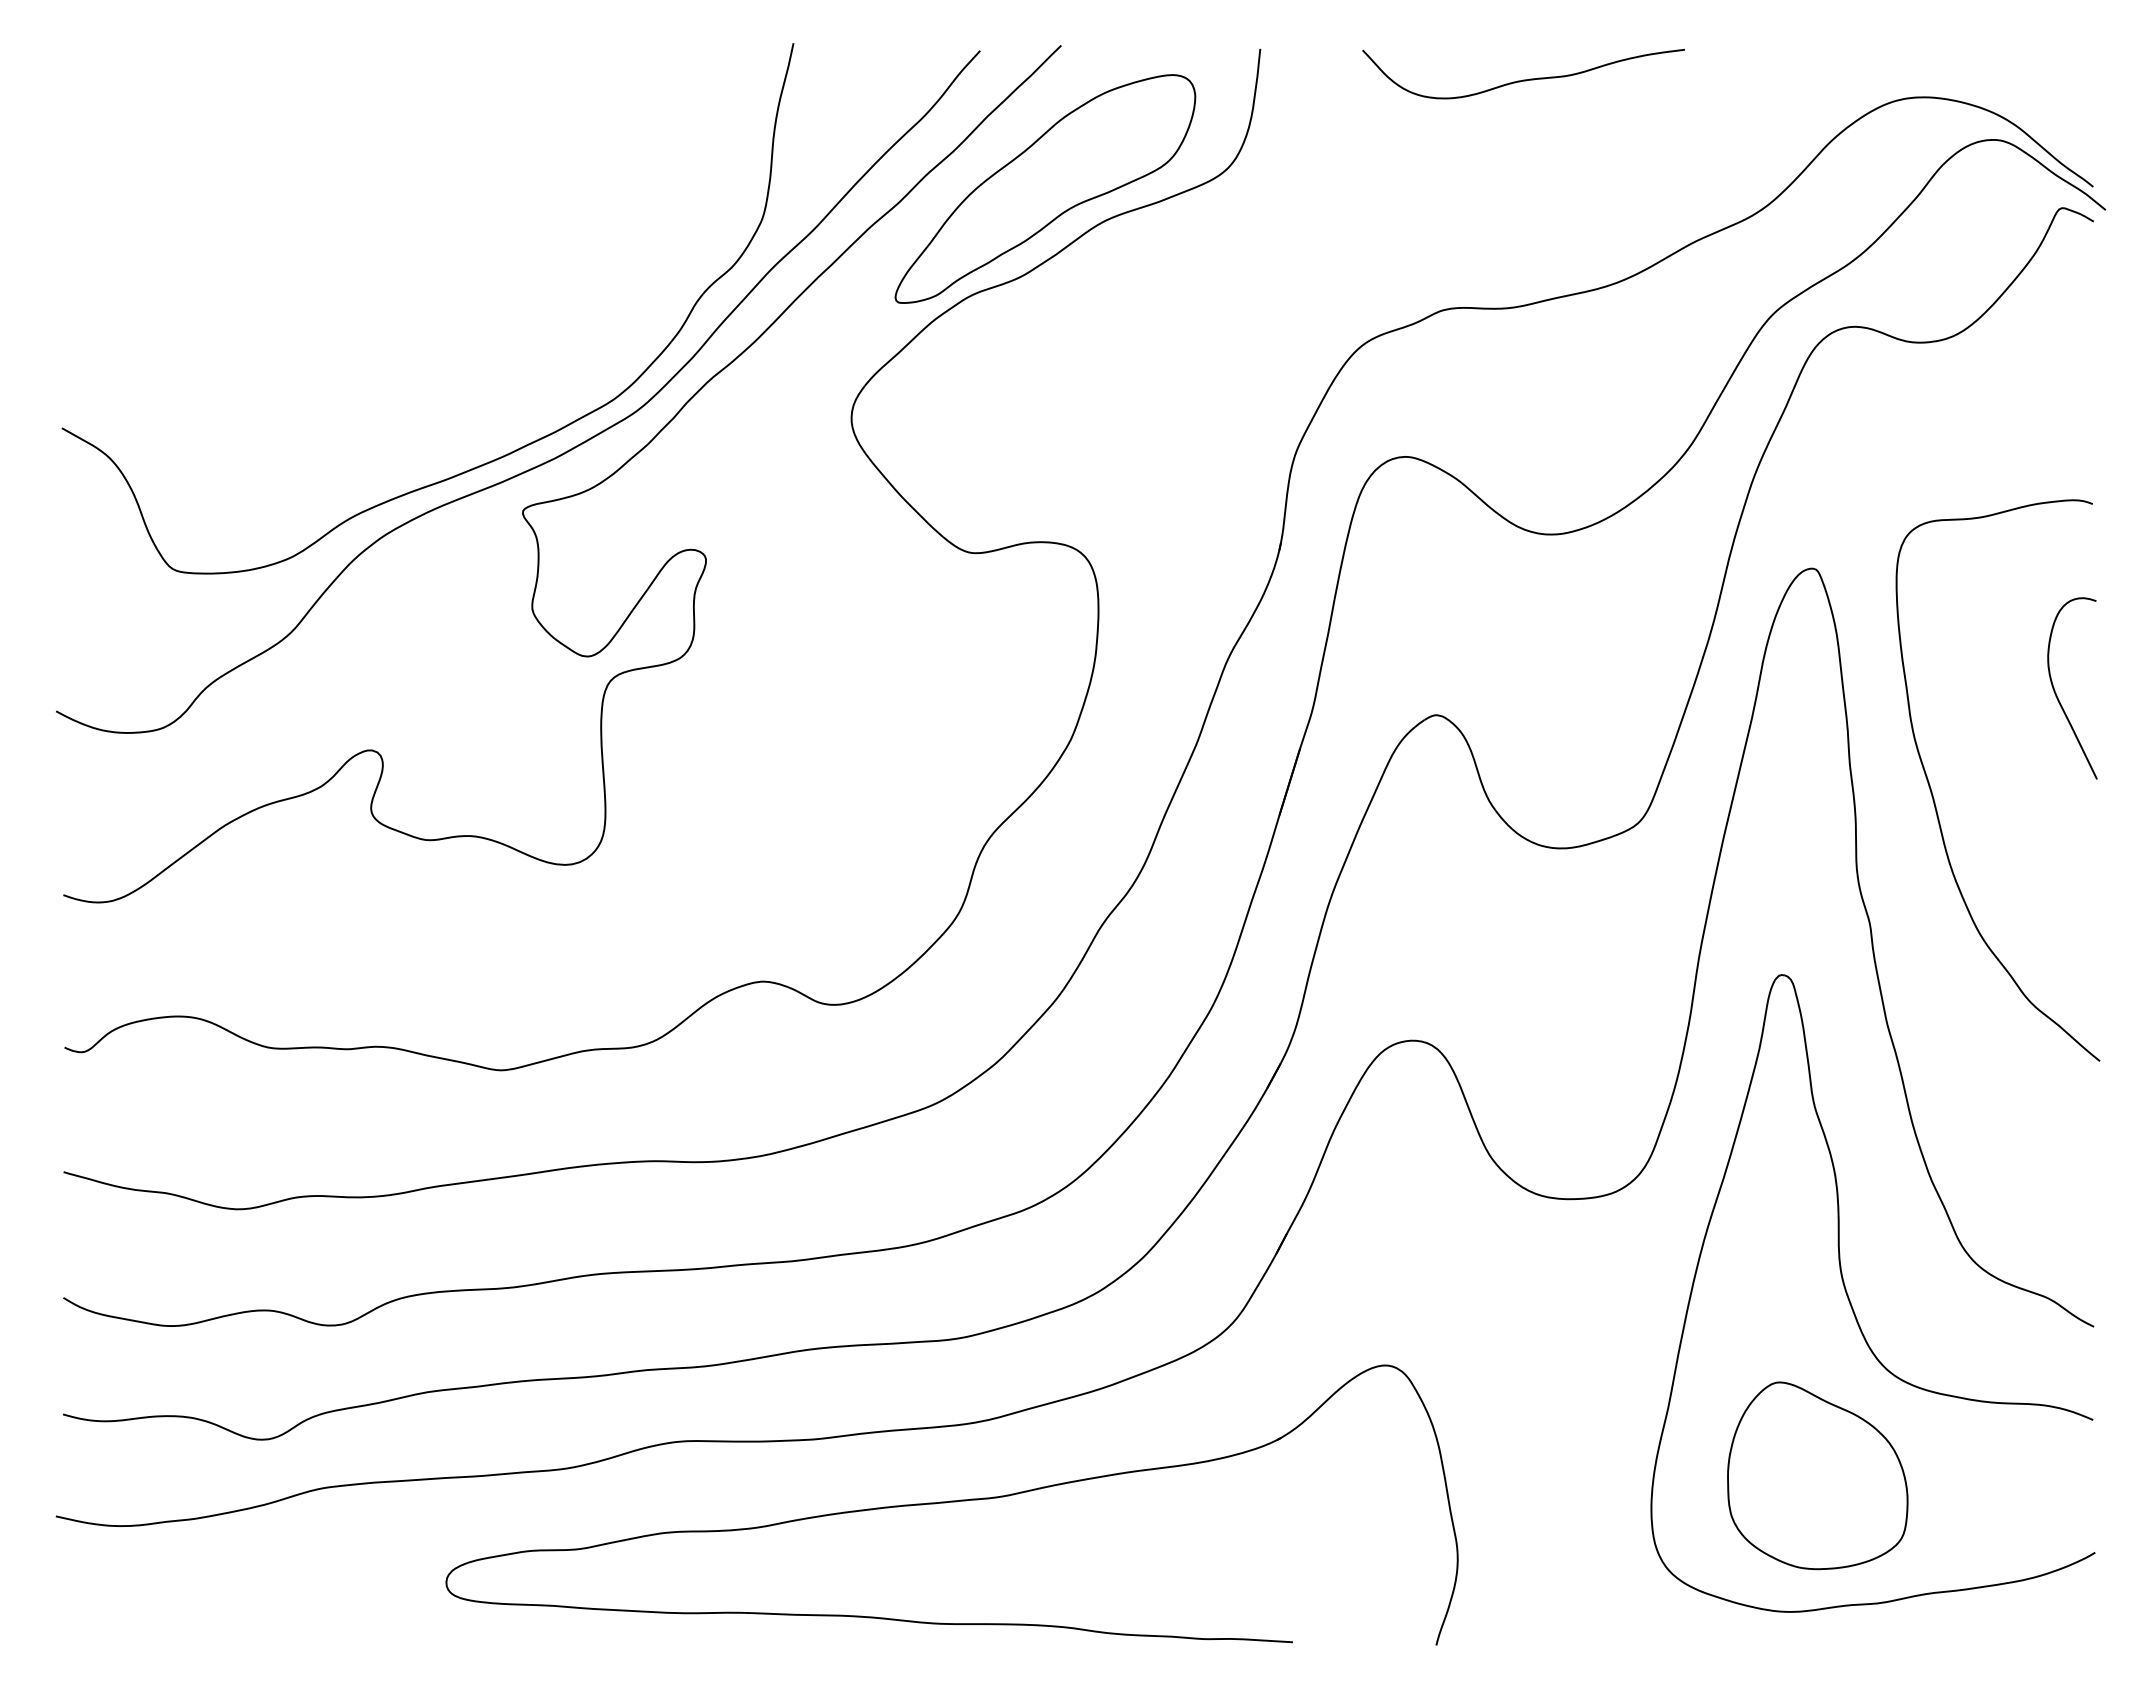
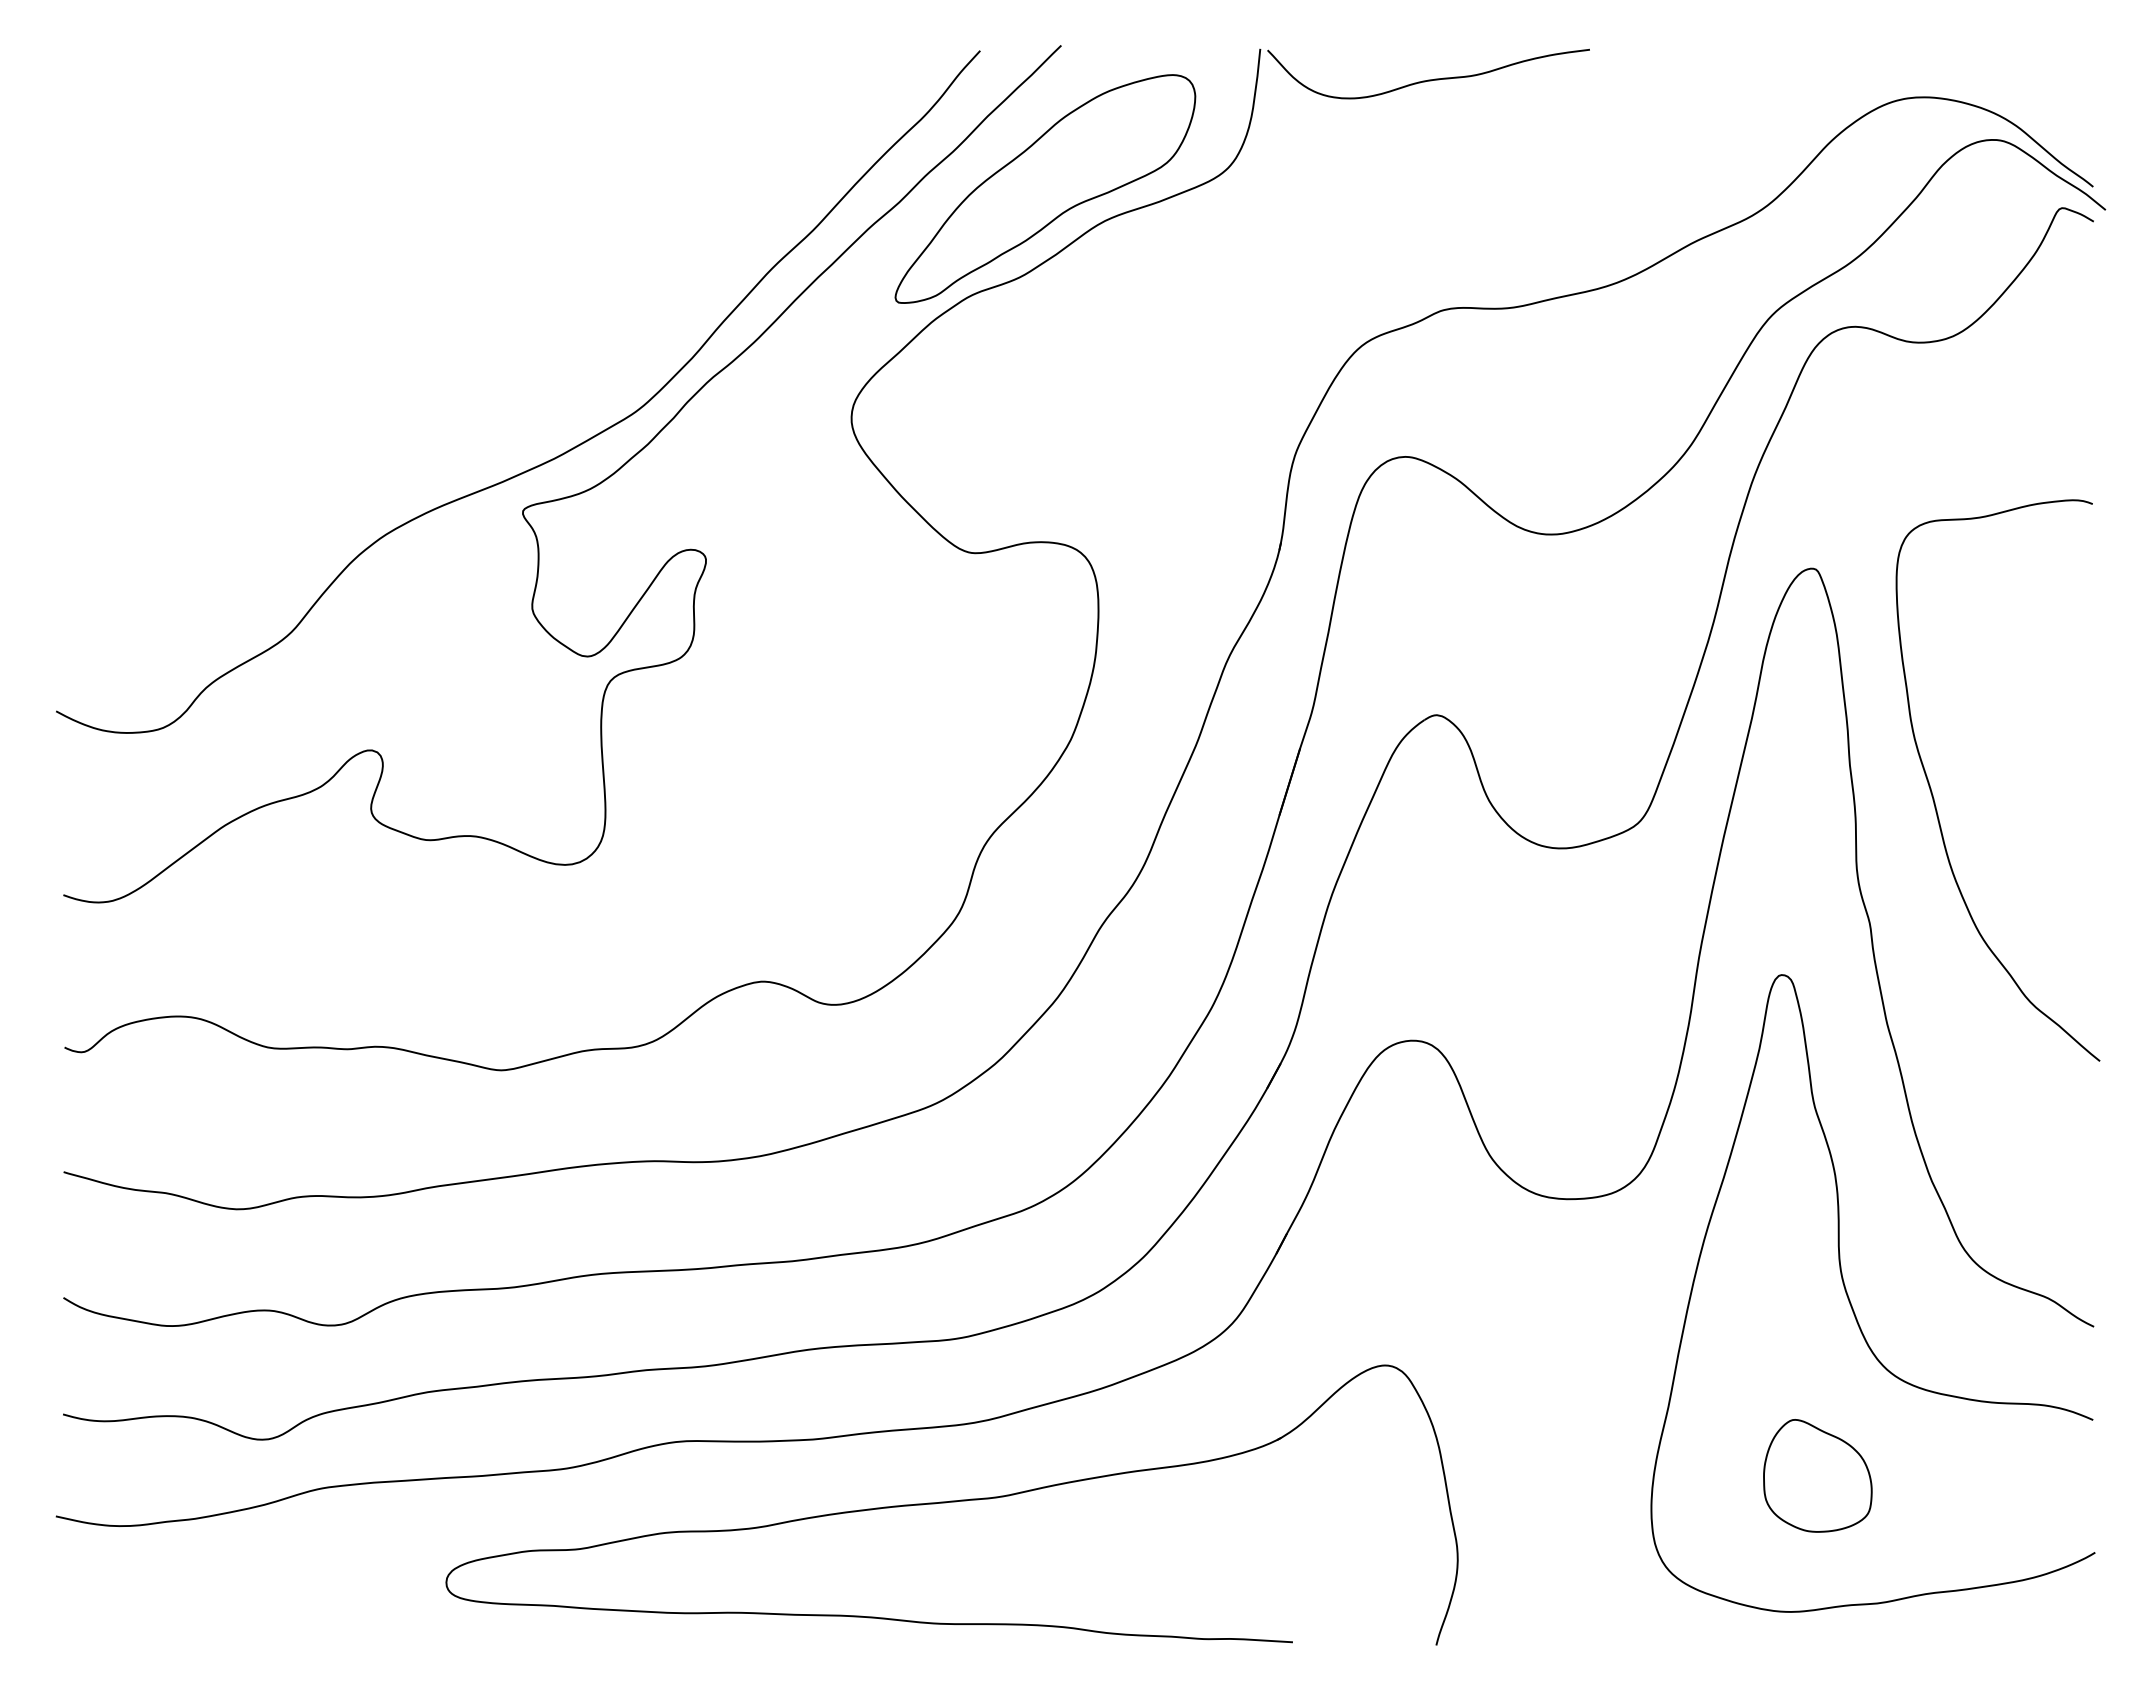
curve at (1523, 79) position: (1523, 79) -> (1428, 79)
curve at (488, 461): present -> none
curve at (2057, 695): present -> none
part at (1817, 1475) size: 182x190 px -> 110x114 px
